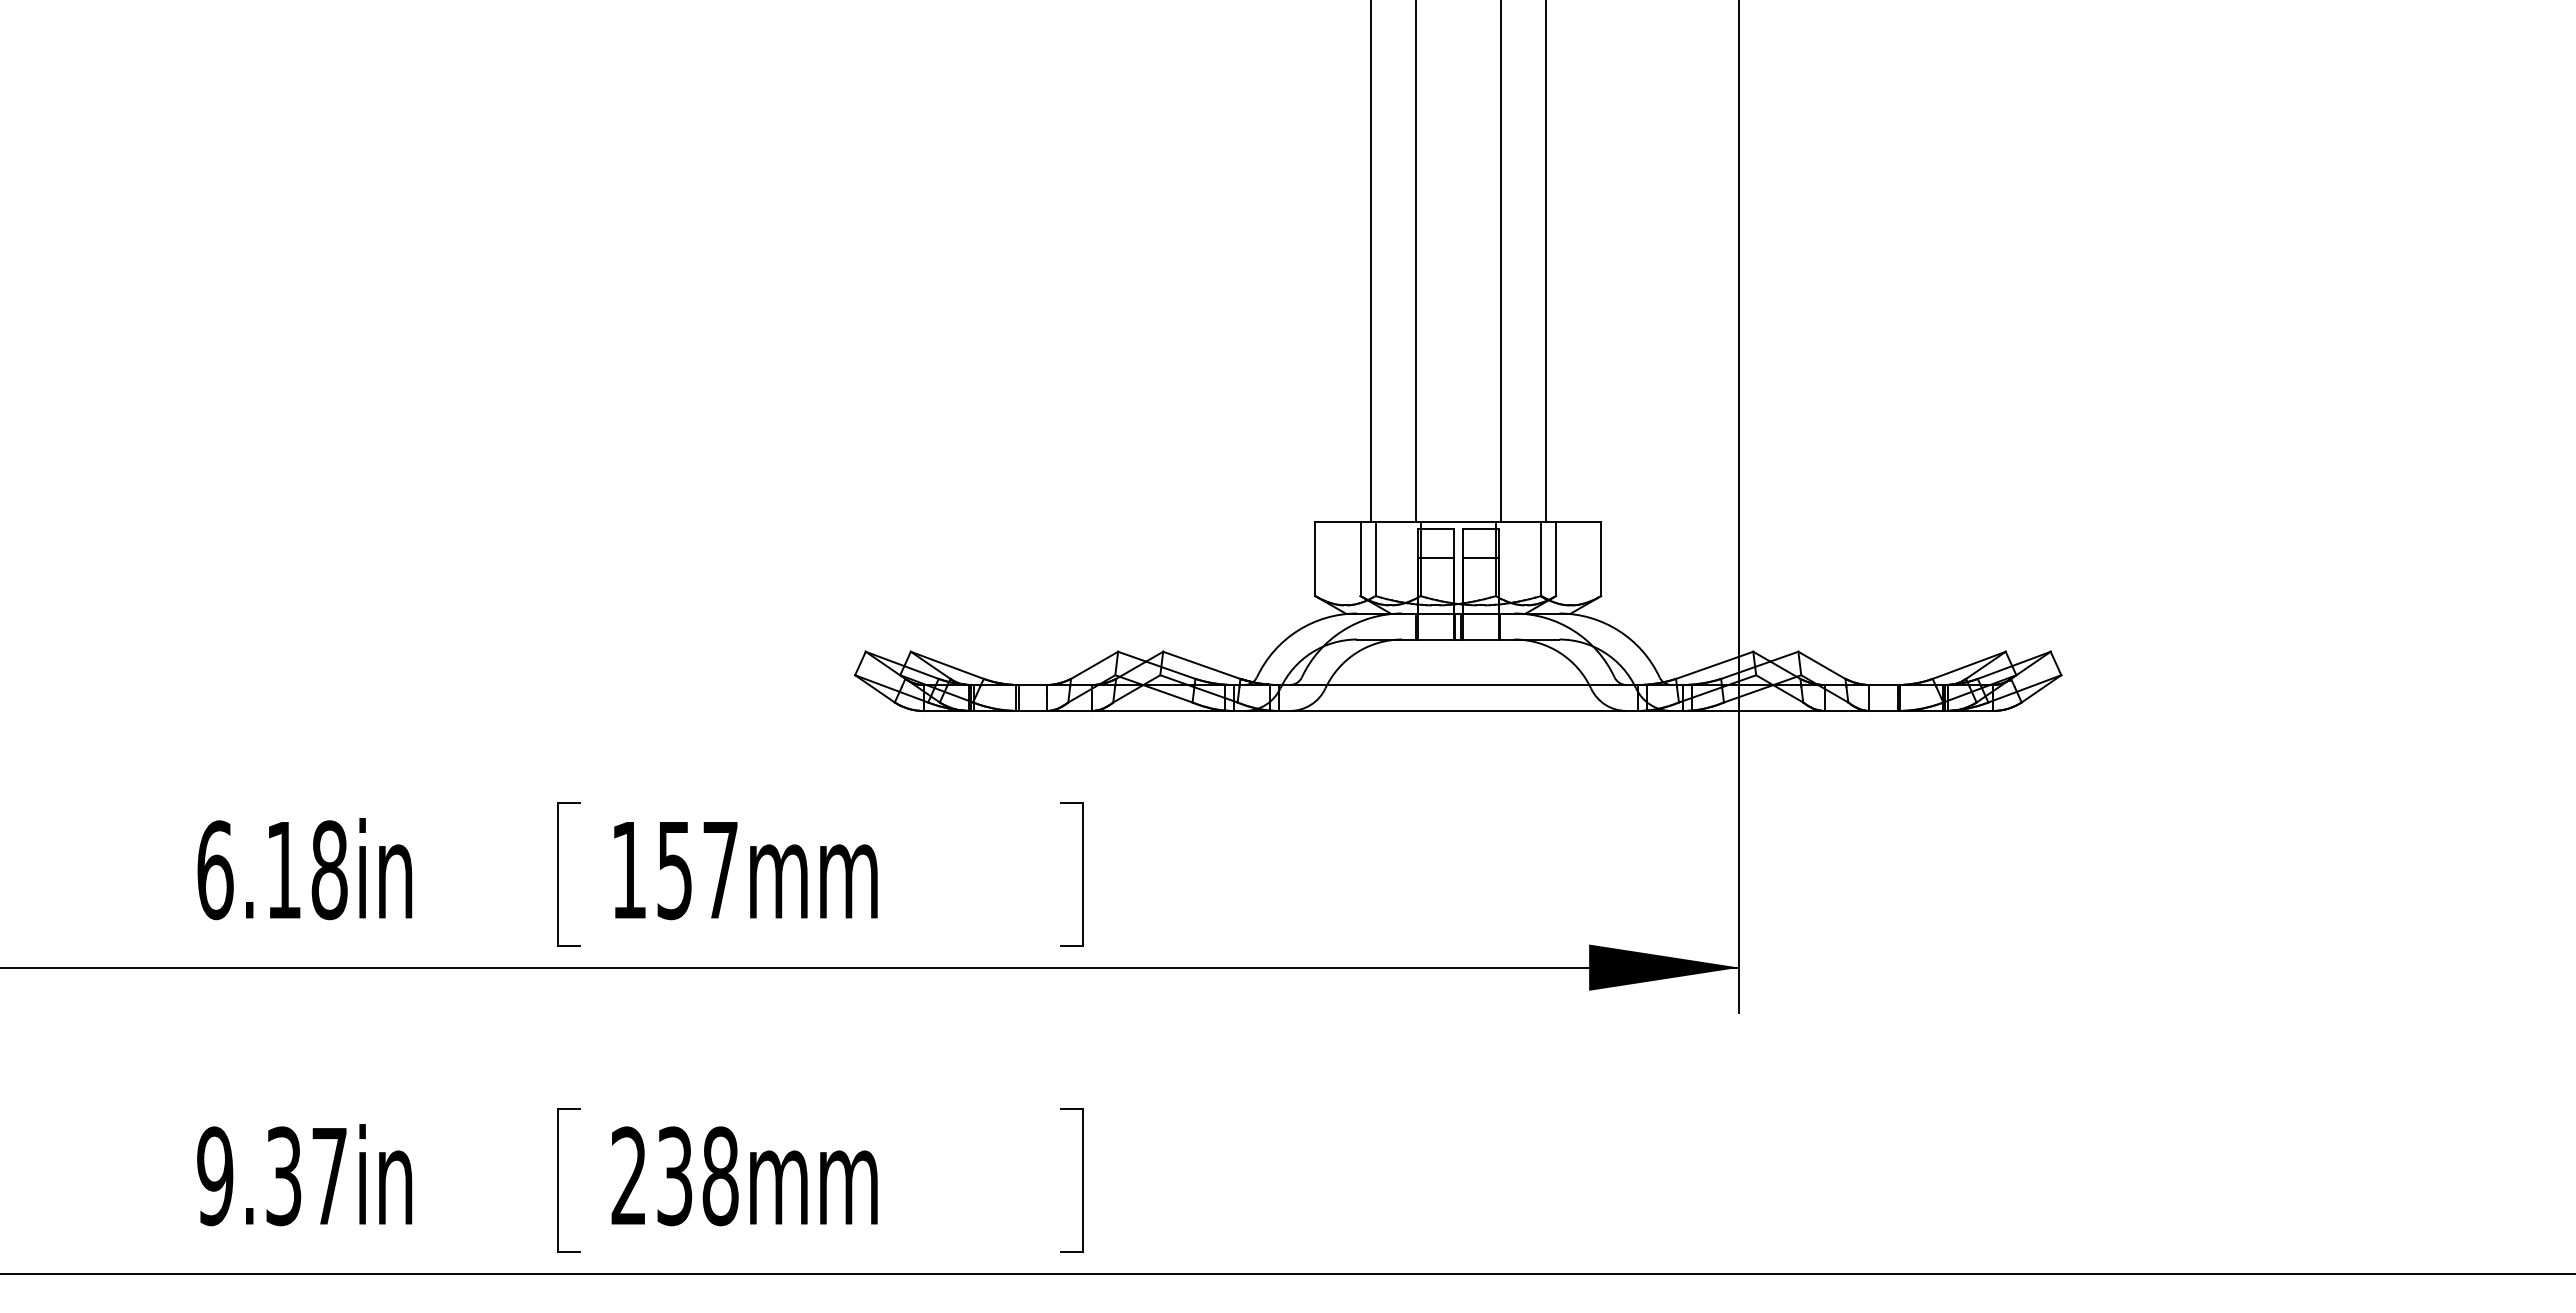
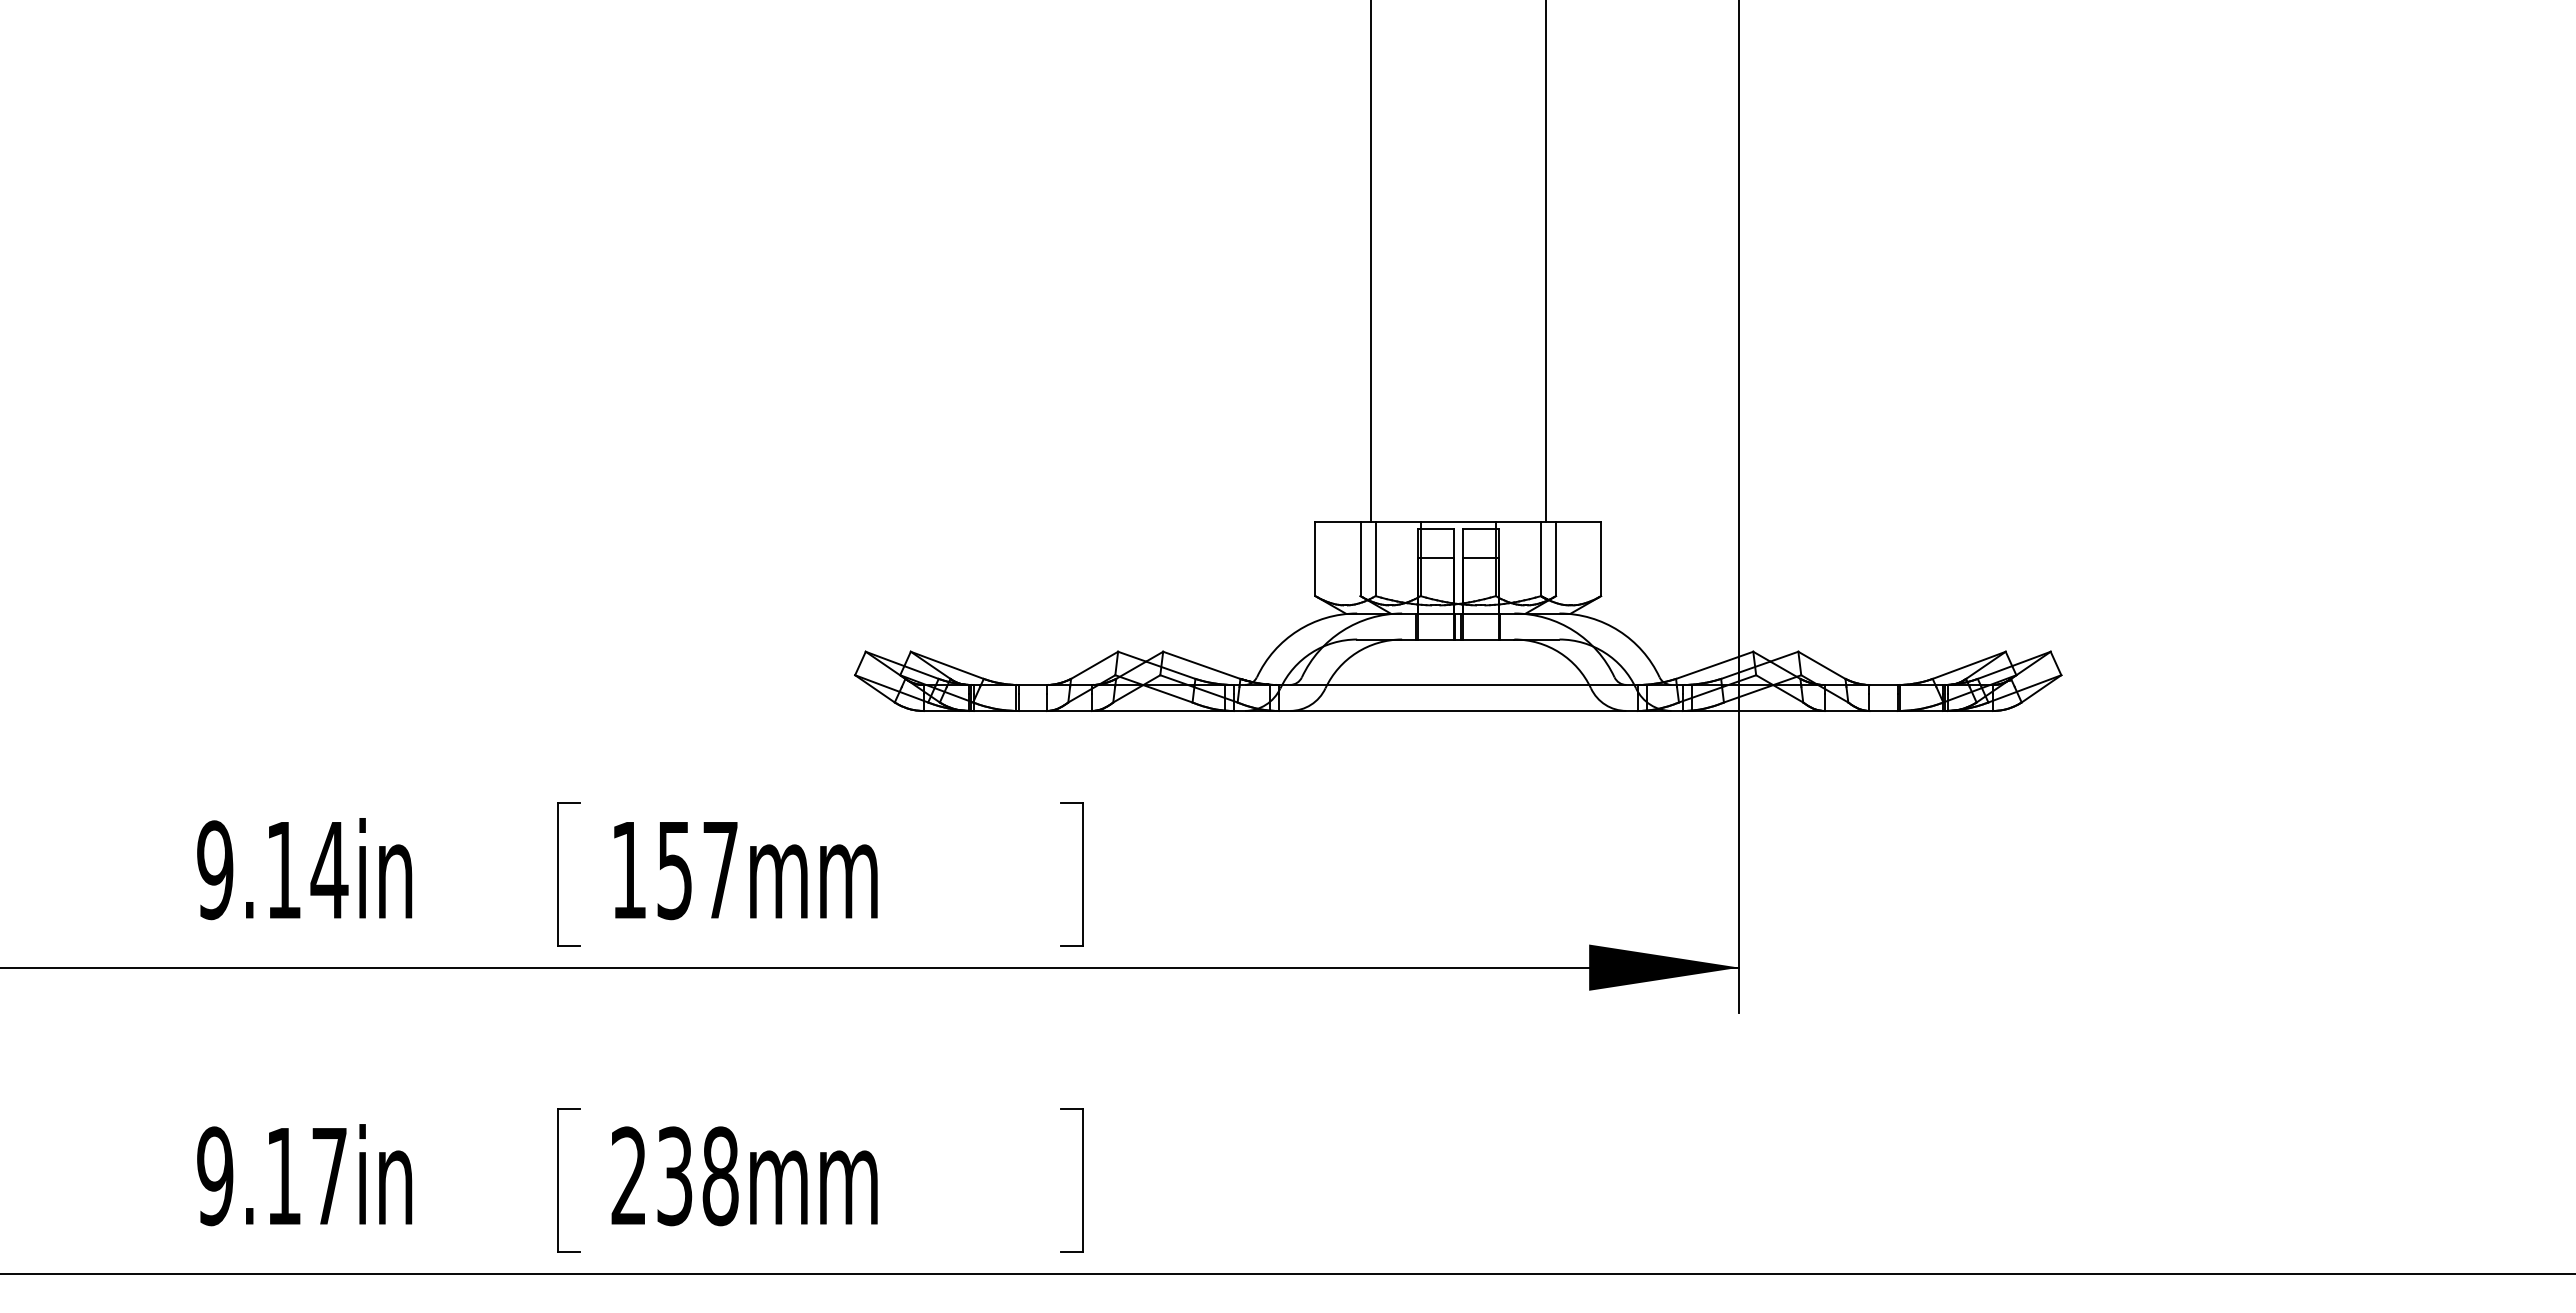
line at (1415, 262): present -> none
line at (1500, 262): present -> none
text at (272, 870): 6.18in -> 9.14in
text at (283, 1176): 9.37in -> 9.17in
